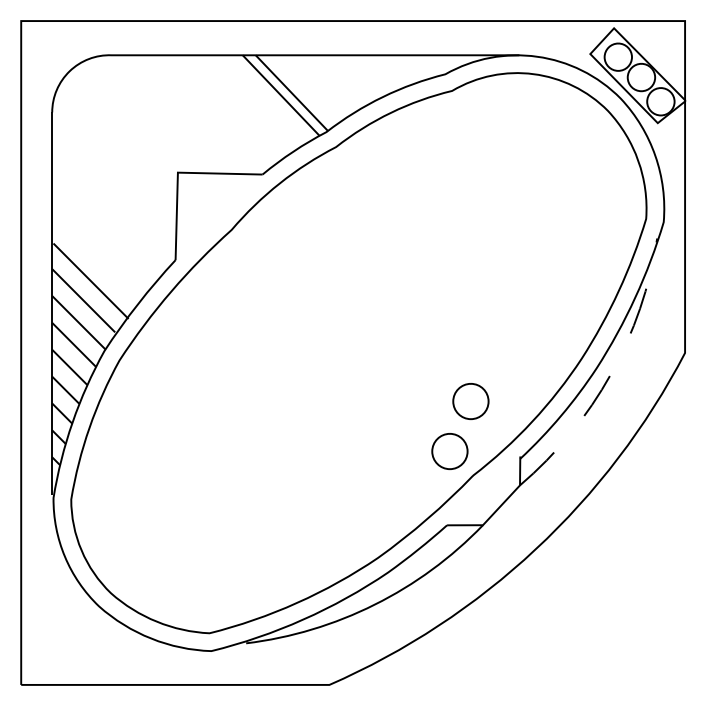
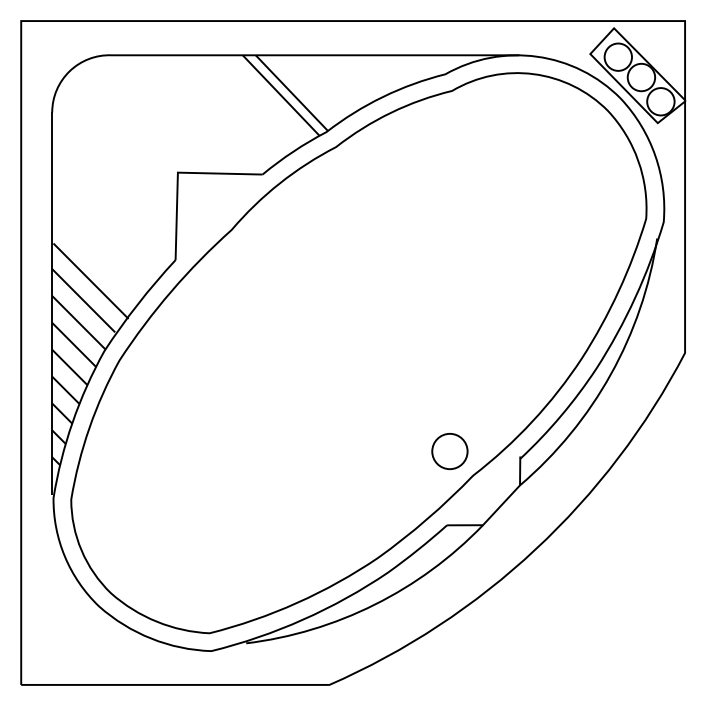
line at (610, 374): dashed -> solid
part at (470, 401): present -> none
